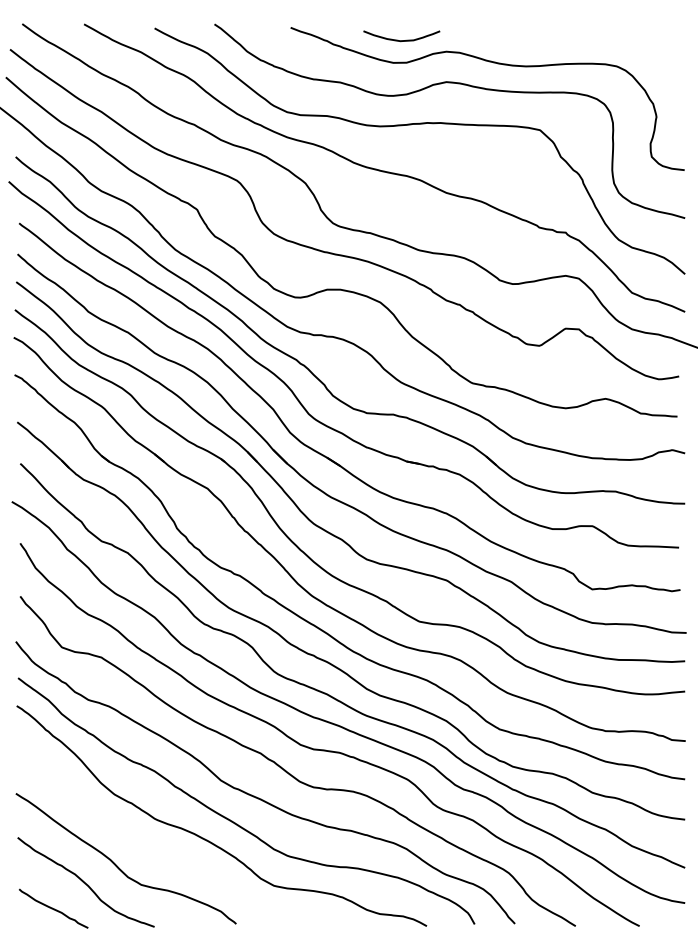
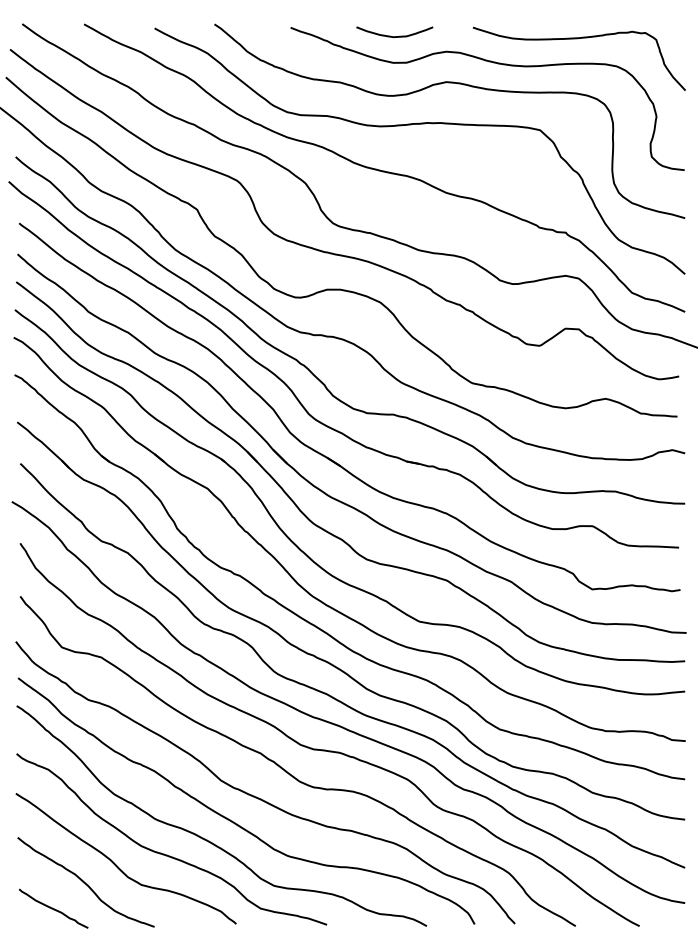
curve at (578, 39): none -> present
curve at (401, 40) position: (401, 40) -> (394, 36)
curve at (167, 854): none -> present
